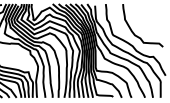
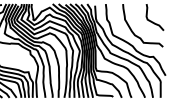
curve at (153, 21): none -> present
